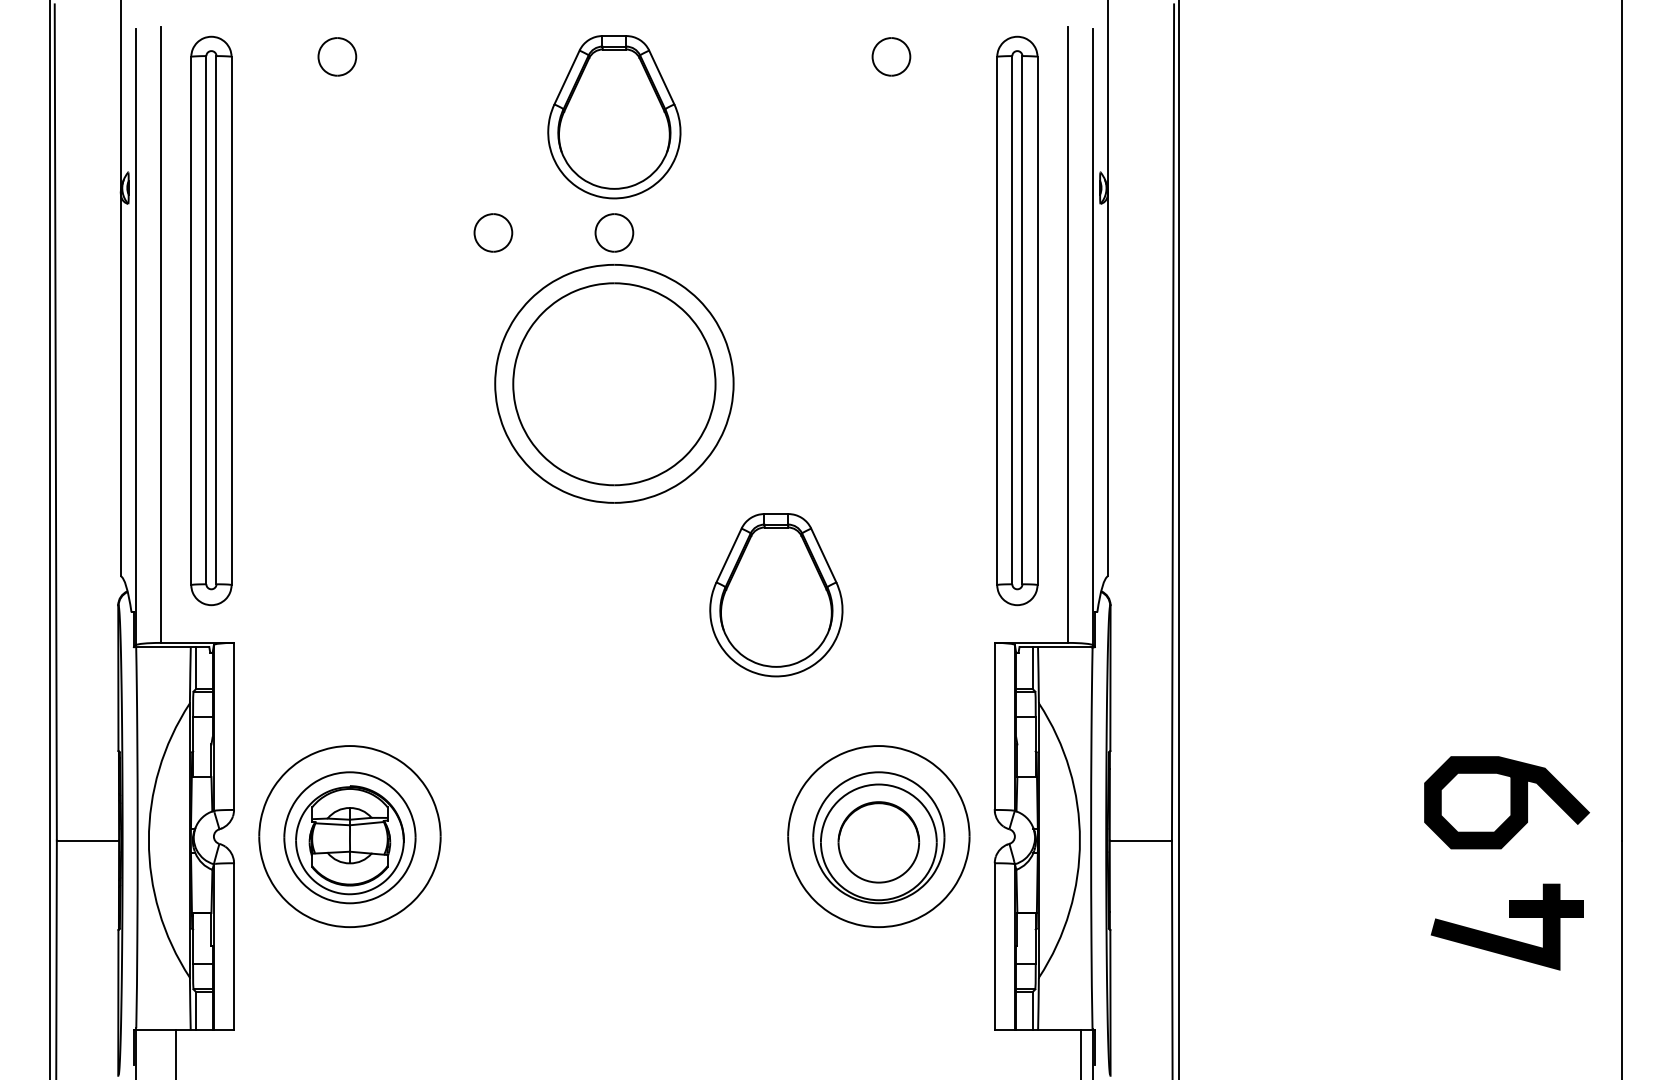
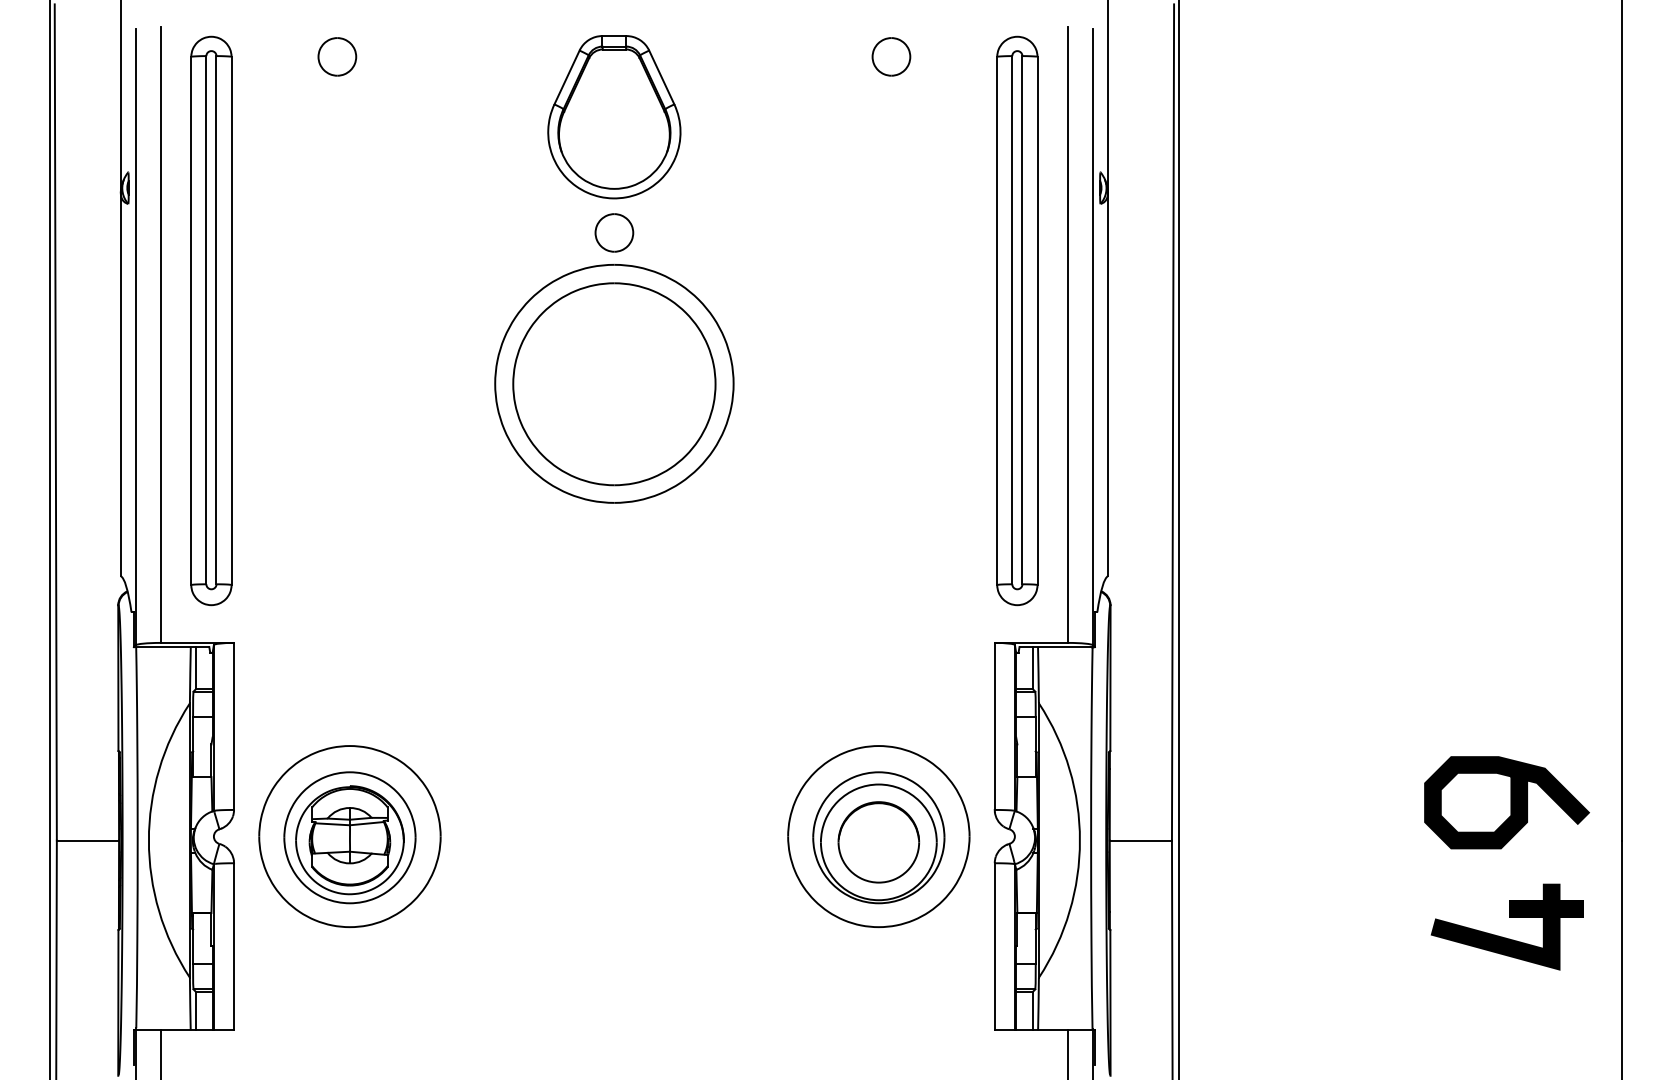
part at (493, 232): present -> none
part at (776, 595): present -> none
line at (175, 1053) position: (175, 1053) -> (160, 1053)
line at (1081, 1053) position: (1081, 1053) -> (1068, 1053)
